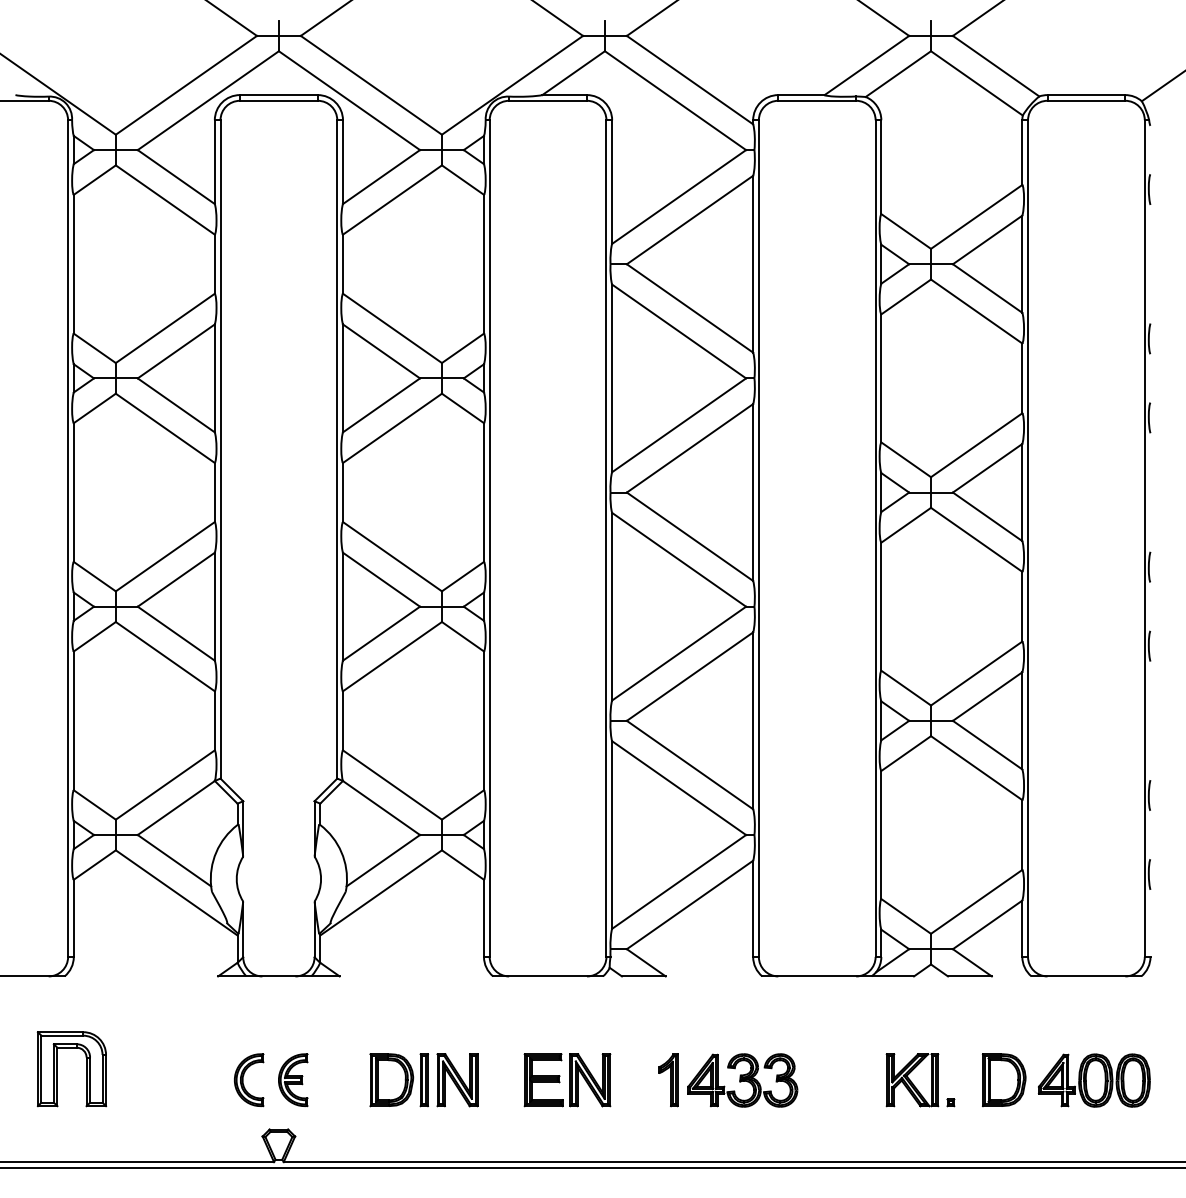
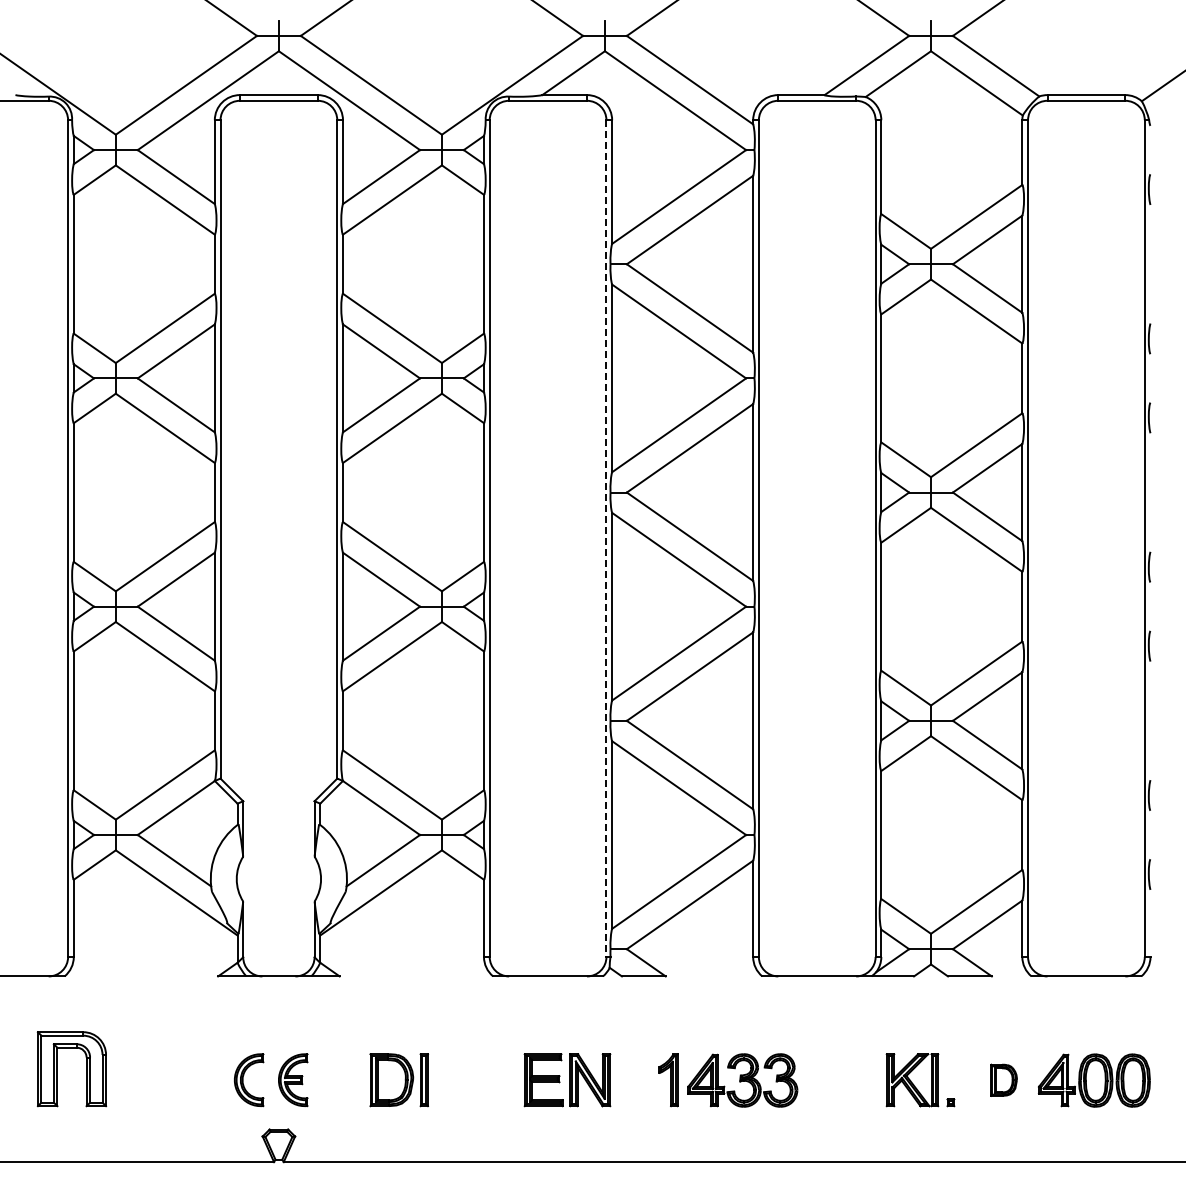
line at (606, 539): solid -> dashed
part at (457, 1080): present -> none
part at (1003, 1080) size: 46x55 px -> 28x34 px
line at (592, 1167): present -> none
